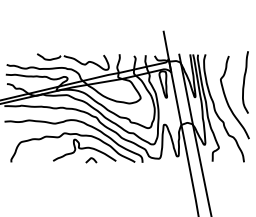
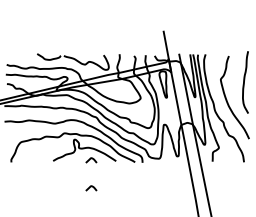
curve at (91, 187): none -> present
